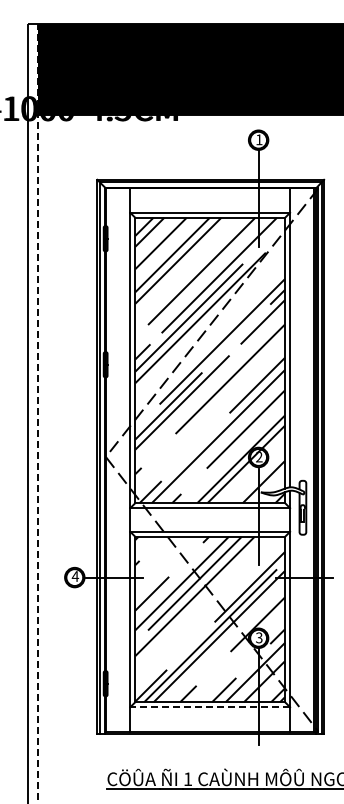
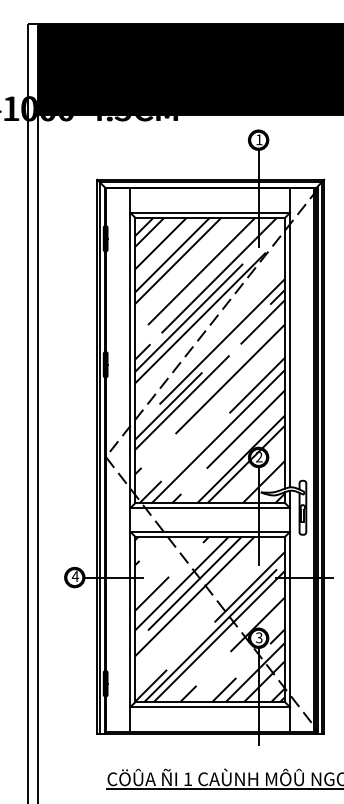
line at (38, 413): dashed -> solid
line at (210, 707): dashed -> solid
